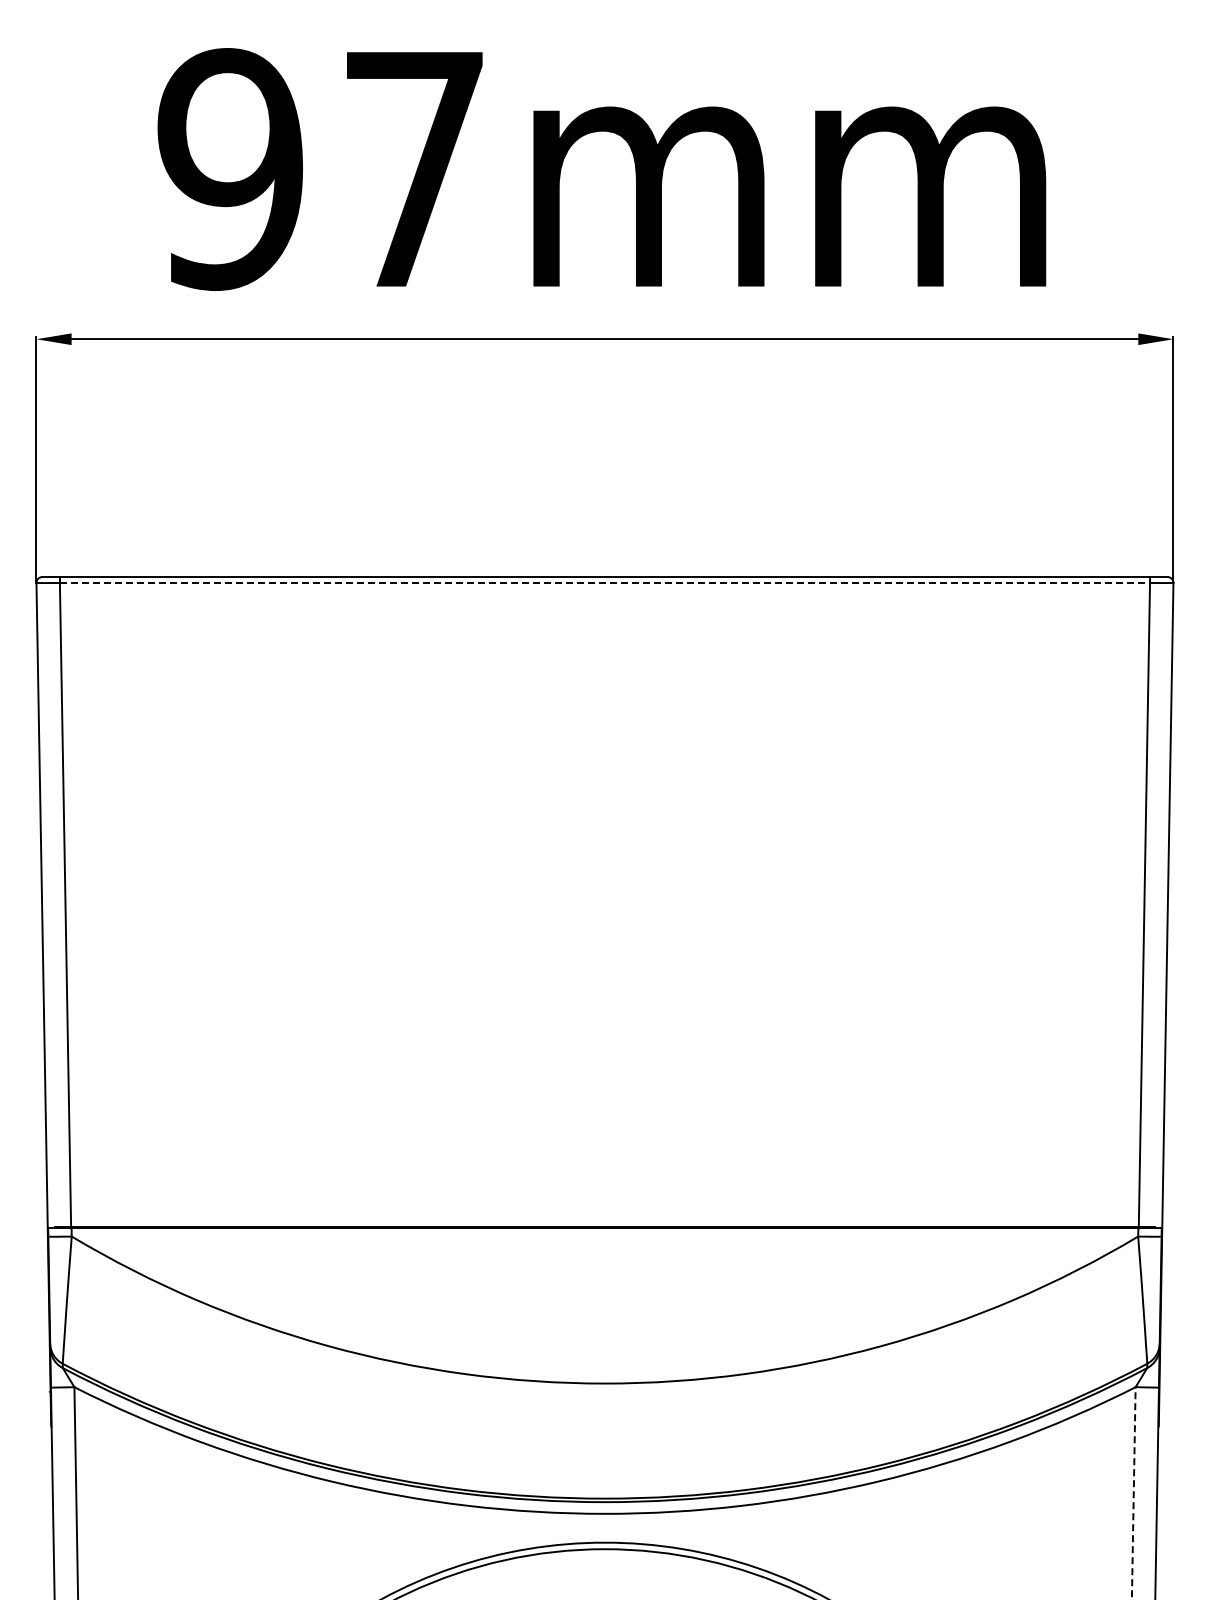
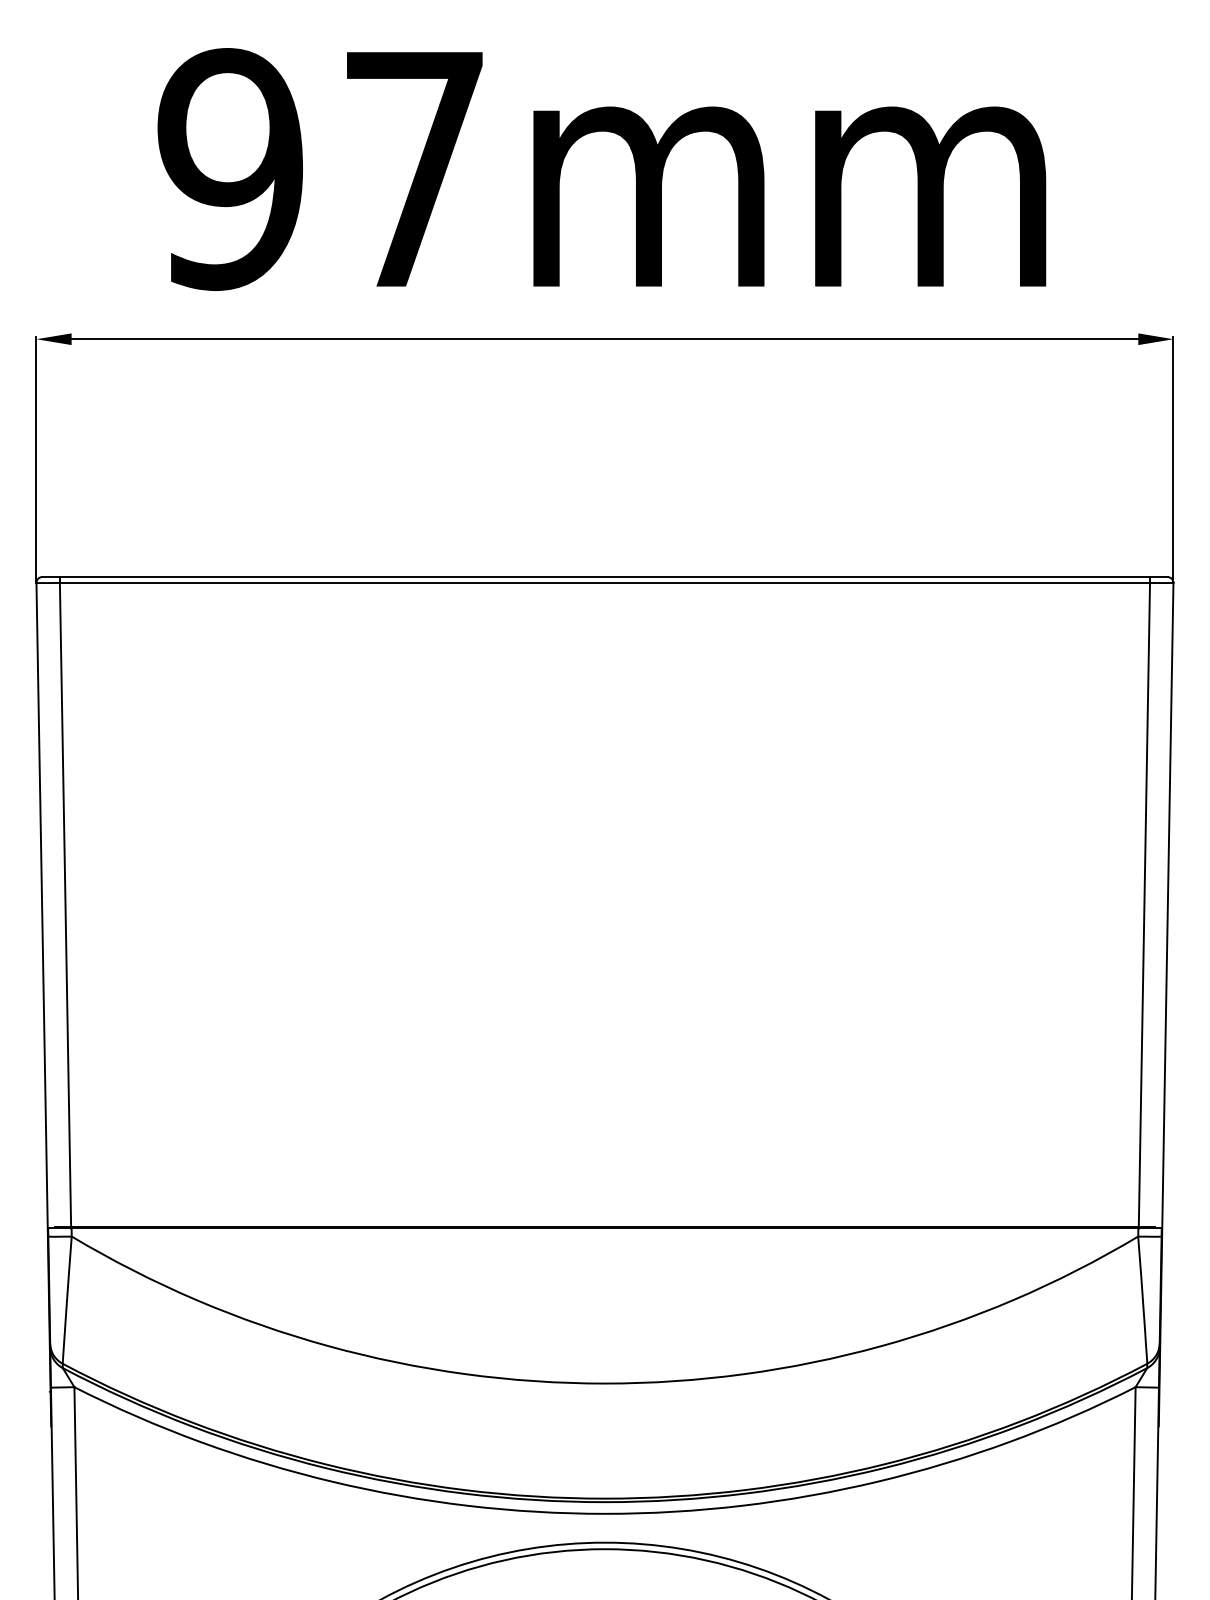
line at (605, 582): dashed -> solid
line at (1133, 1493): dashed -> solid
